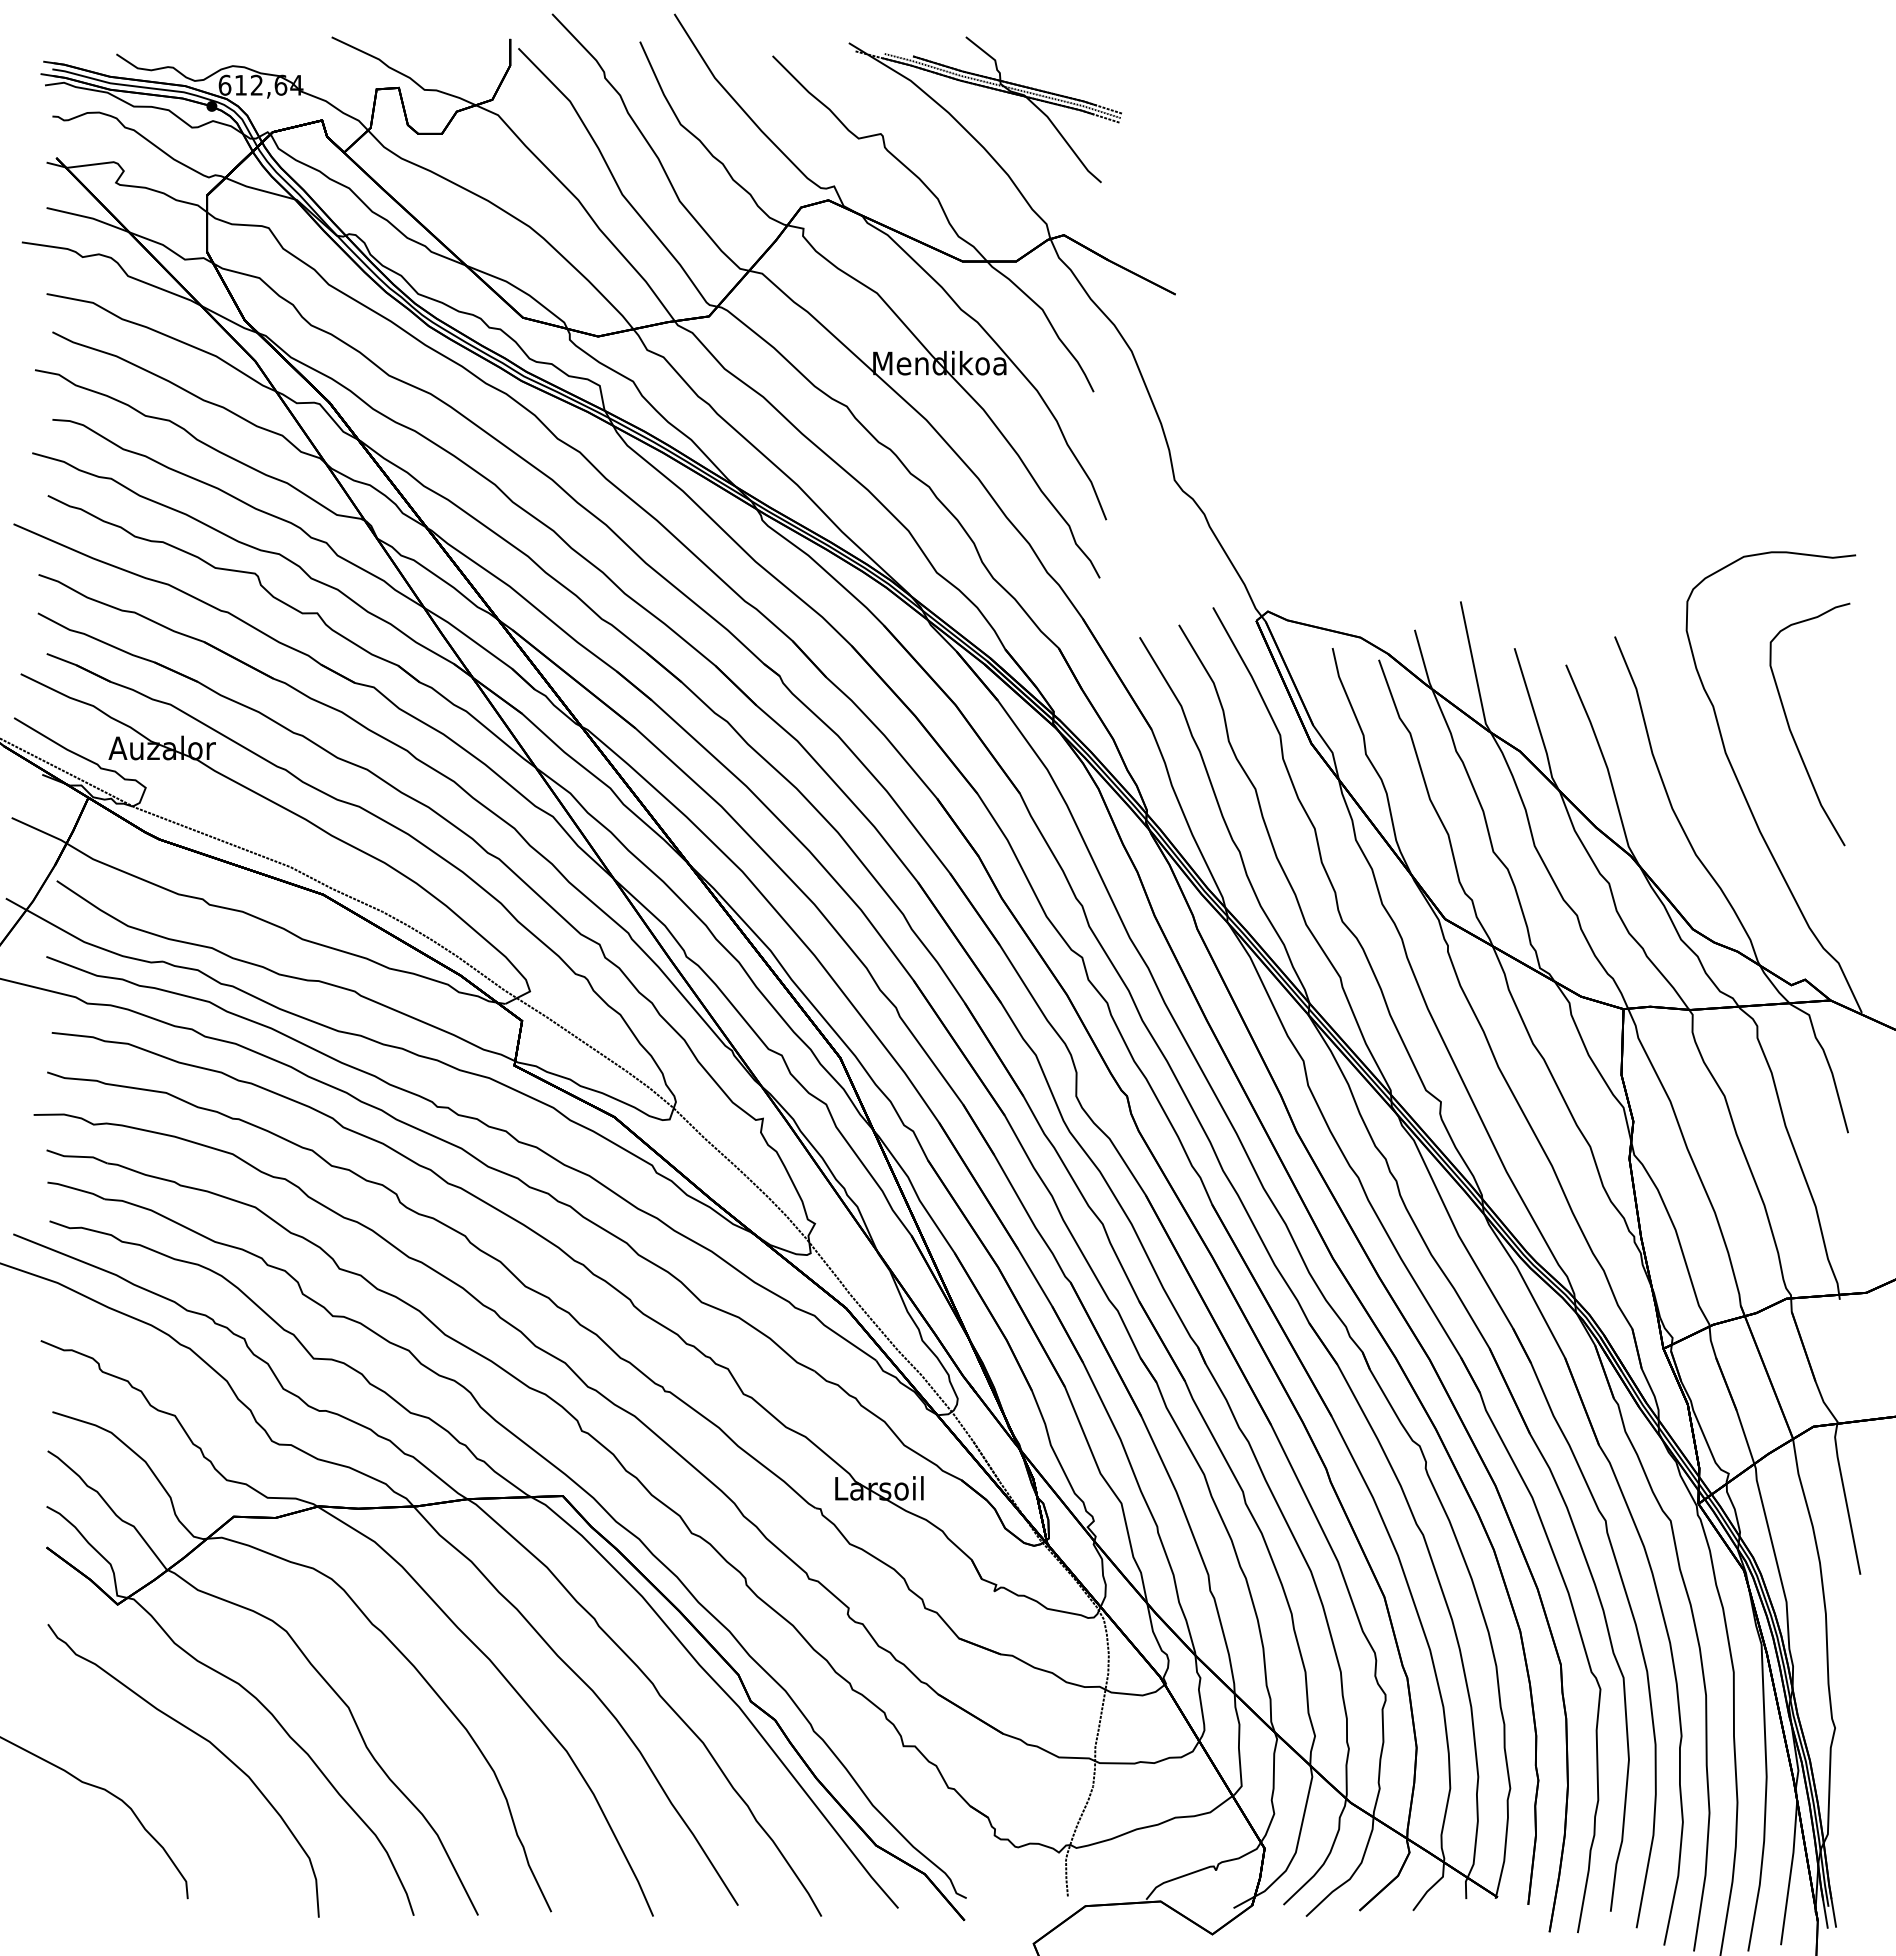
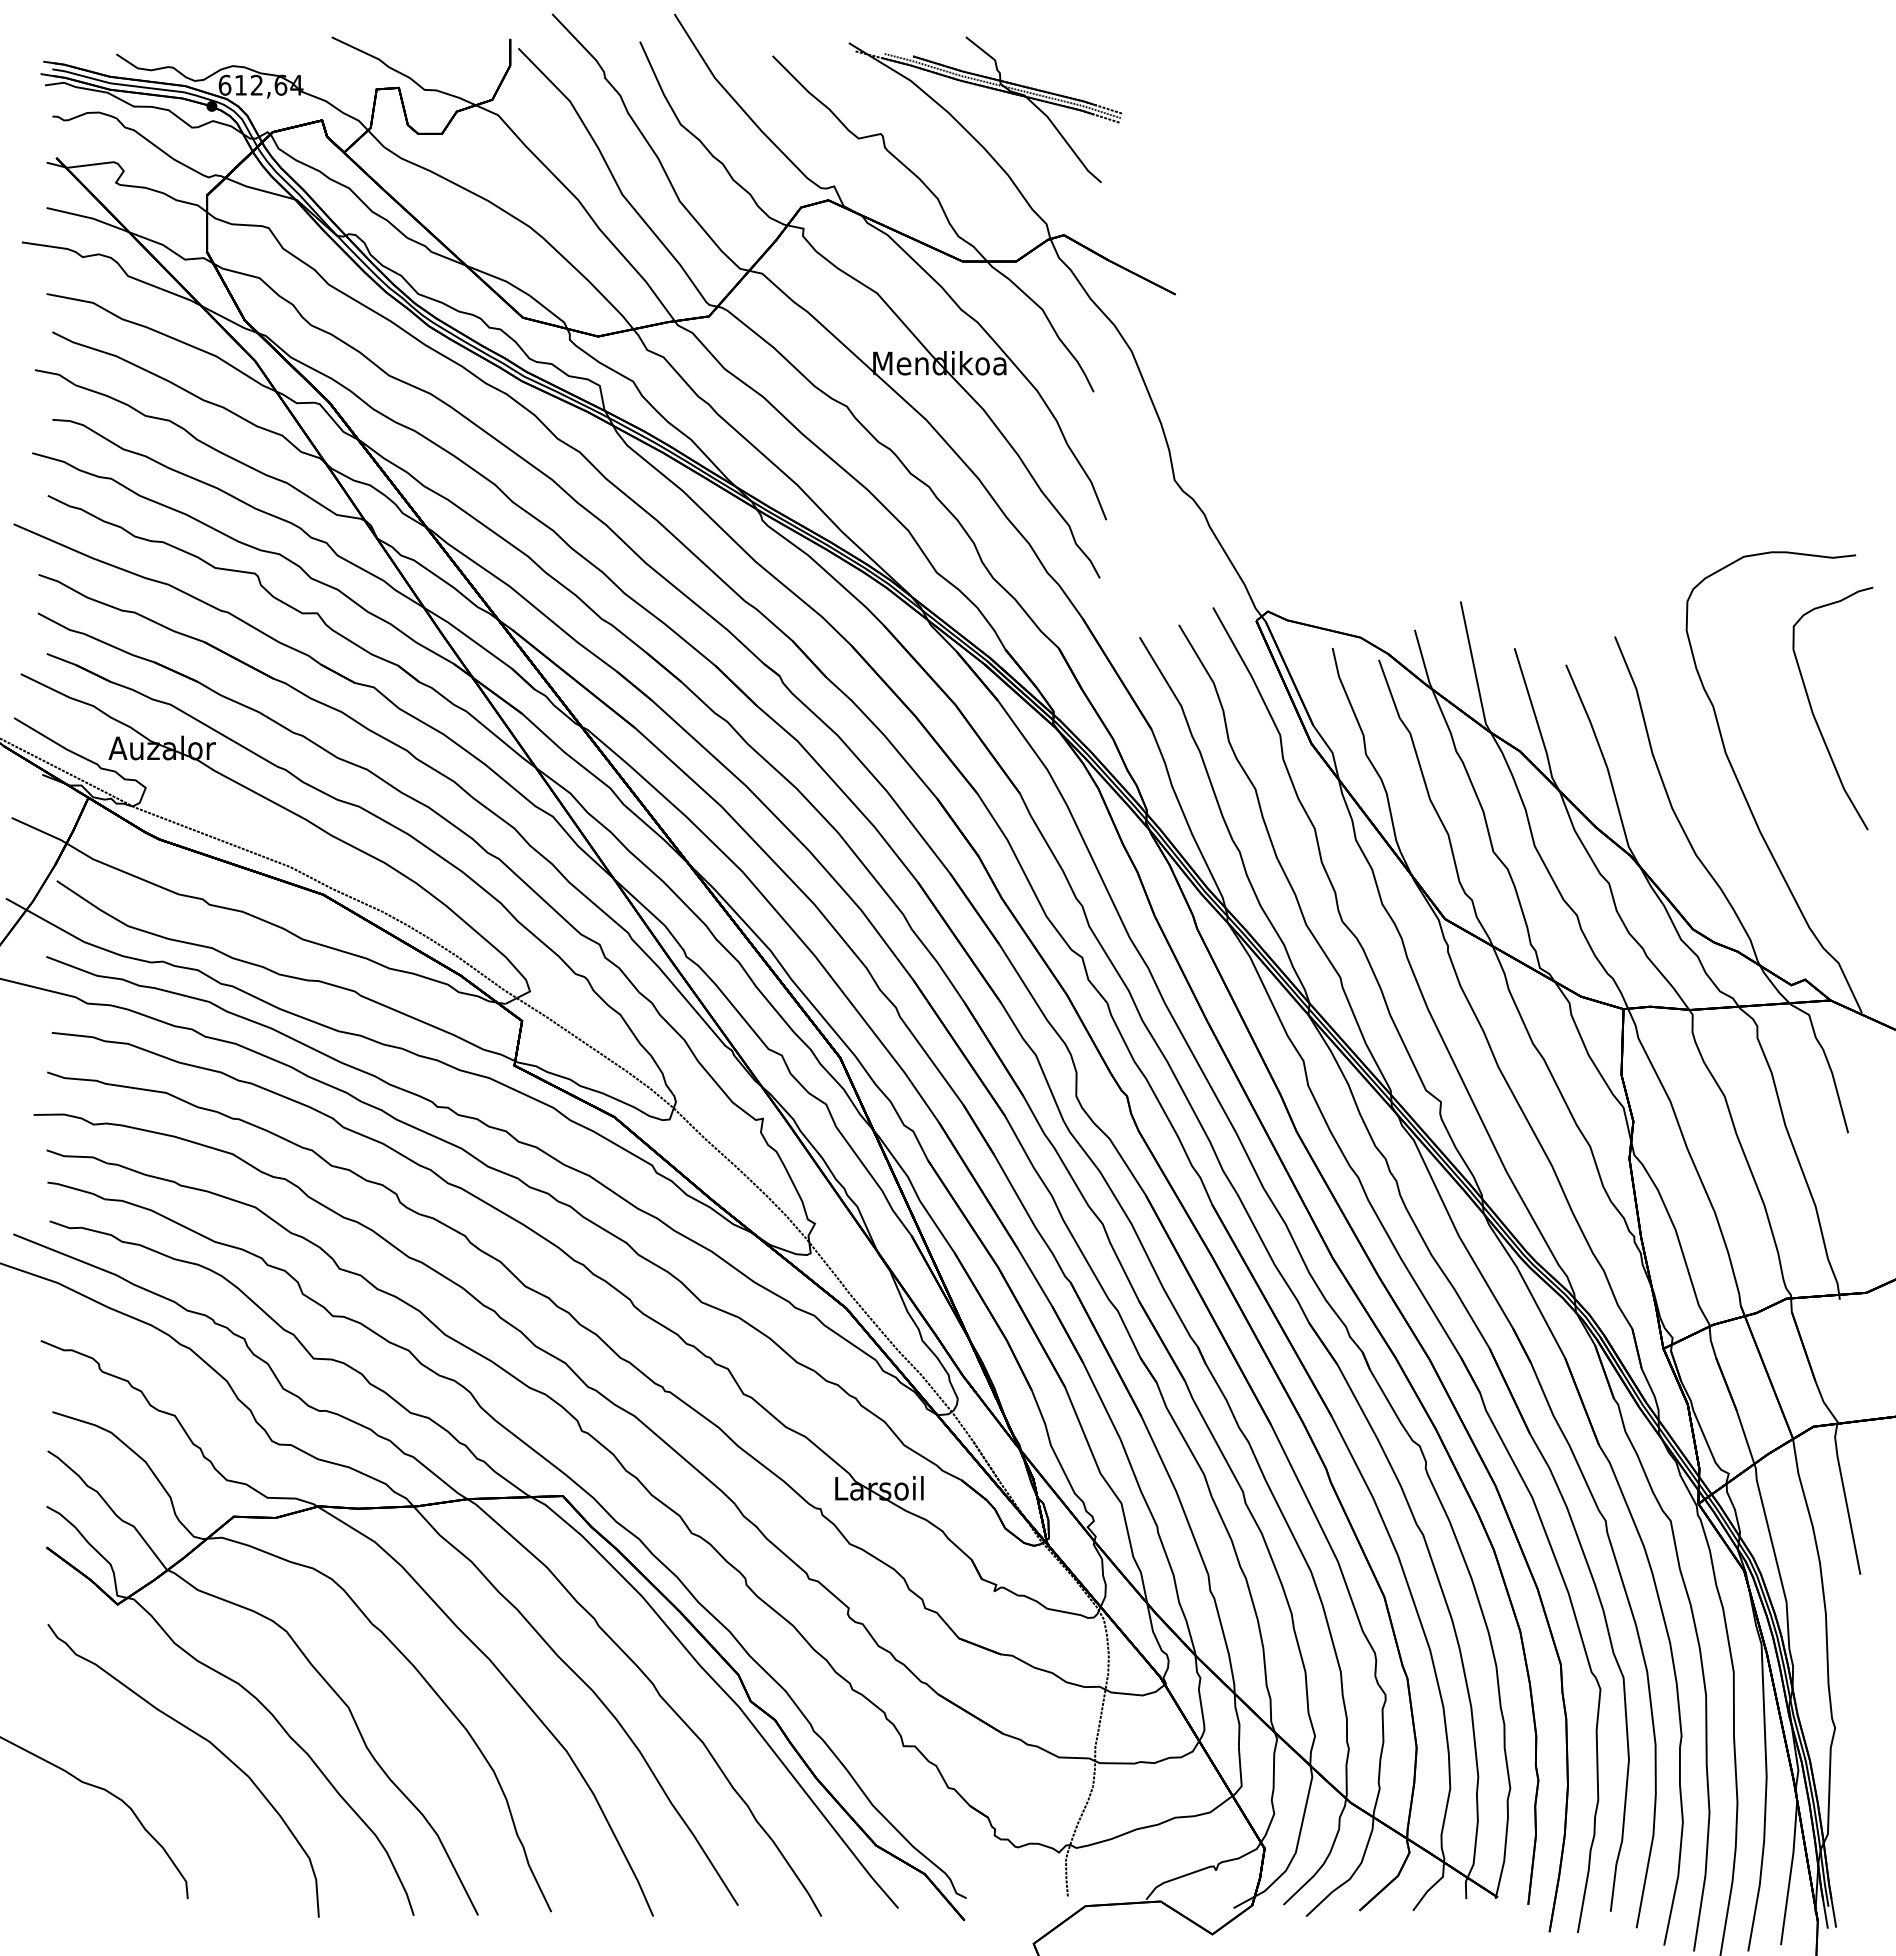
part at (1791, 730) position: (1791, 730) -> (1814, 714)
